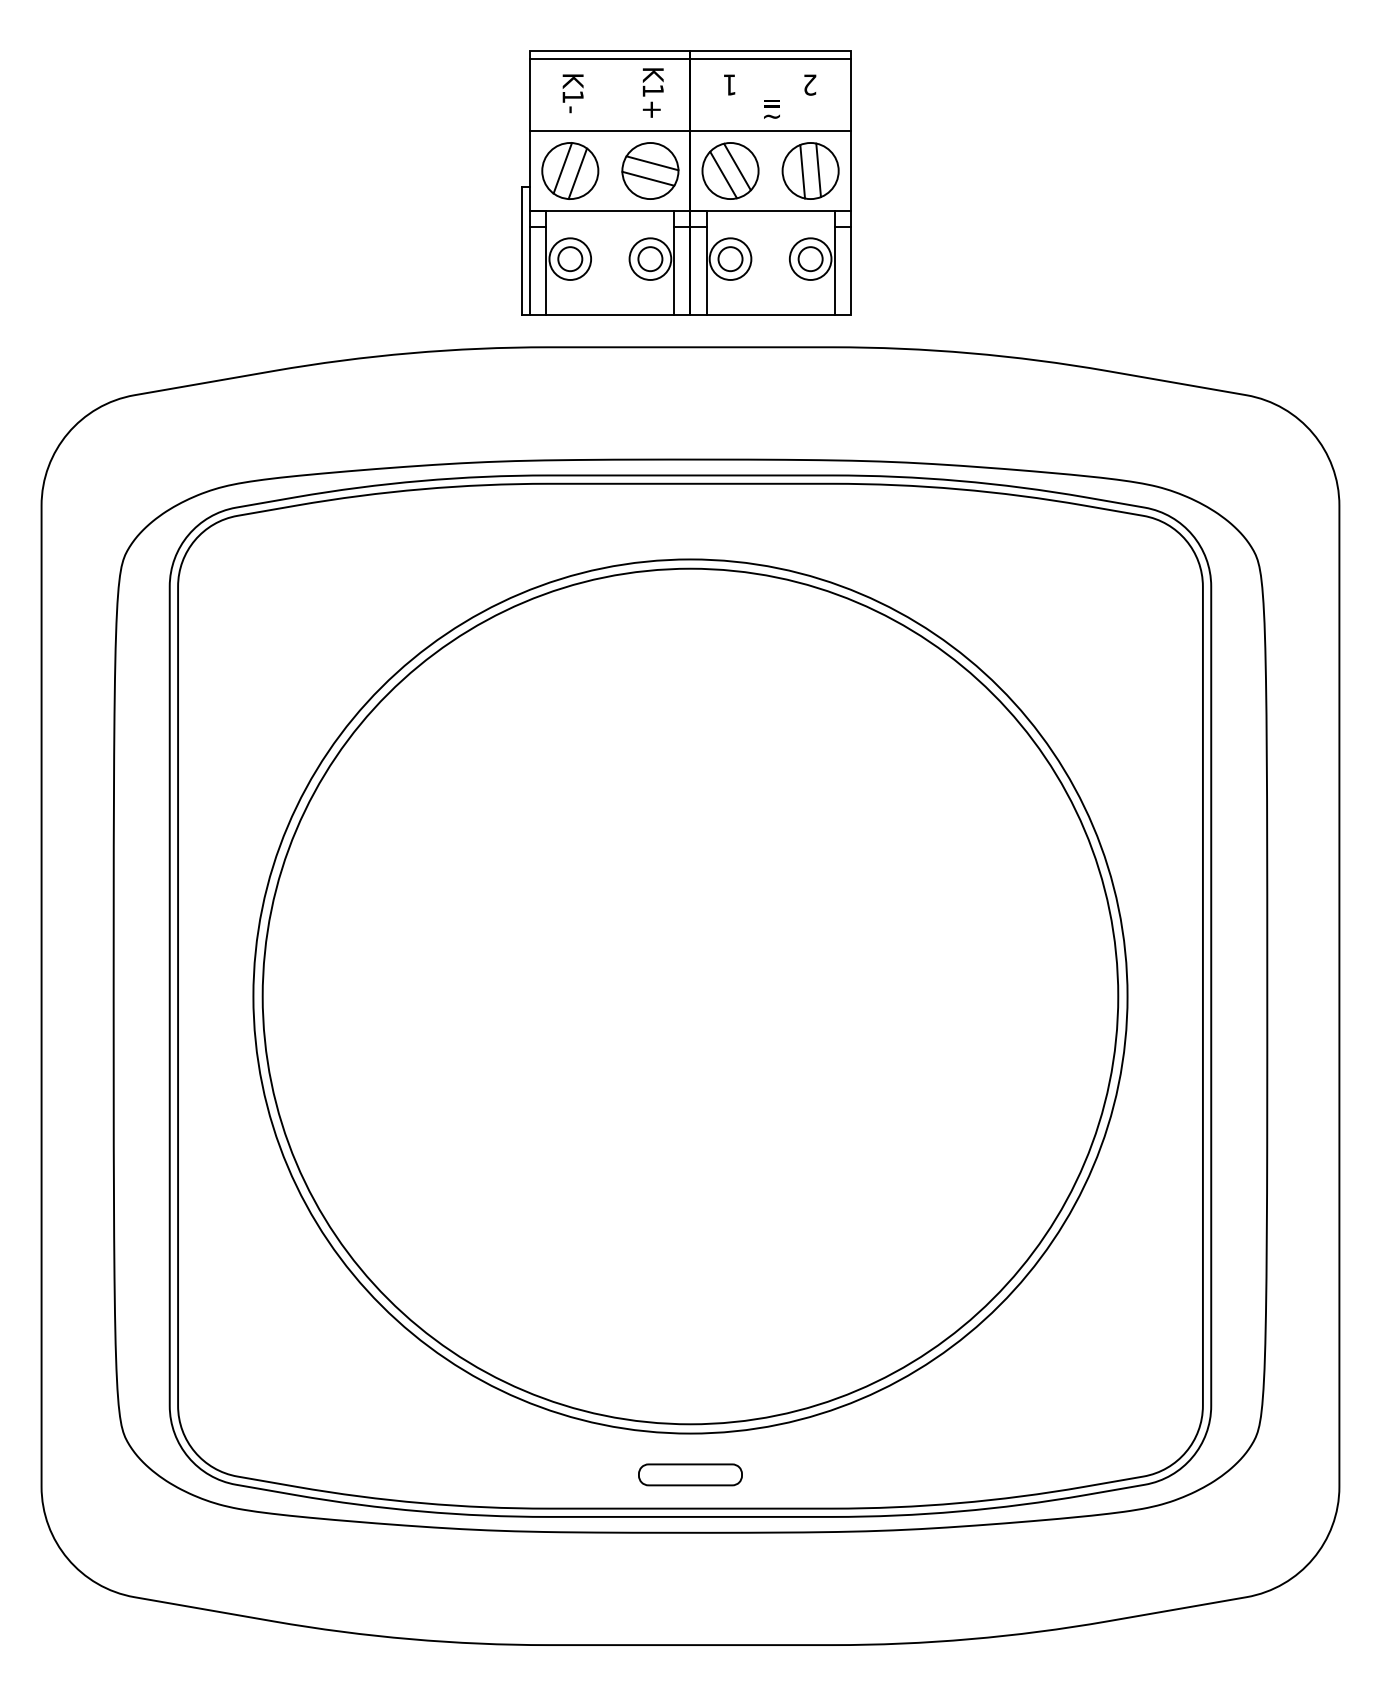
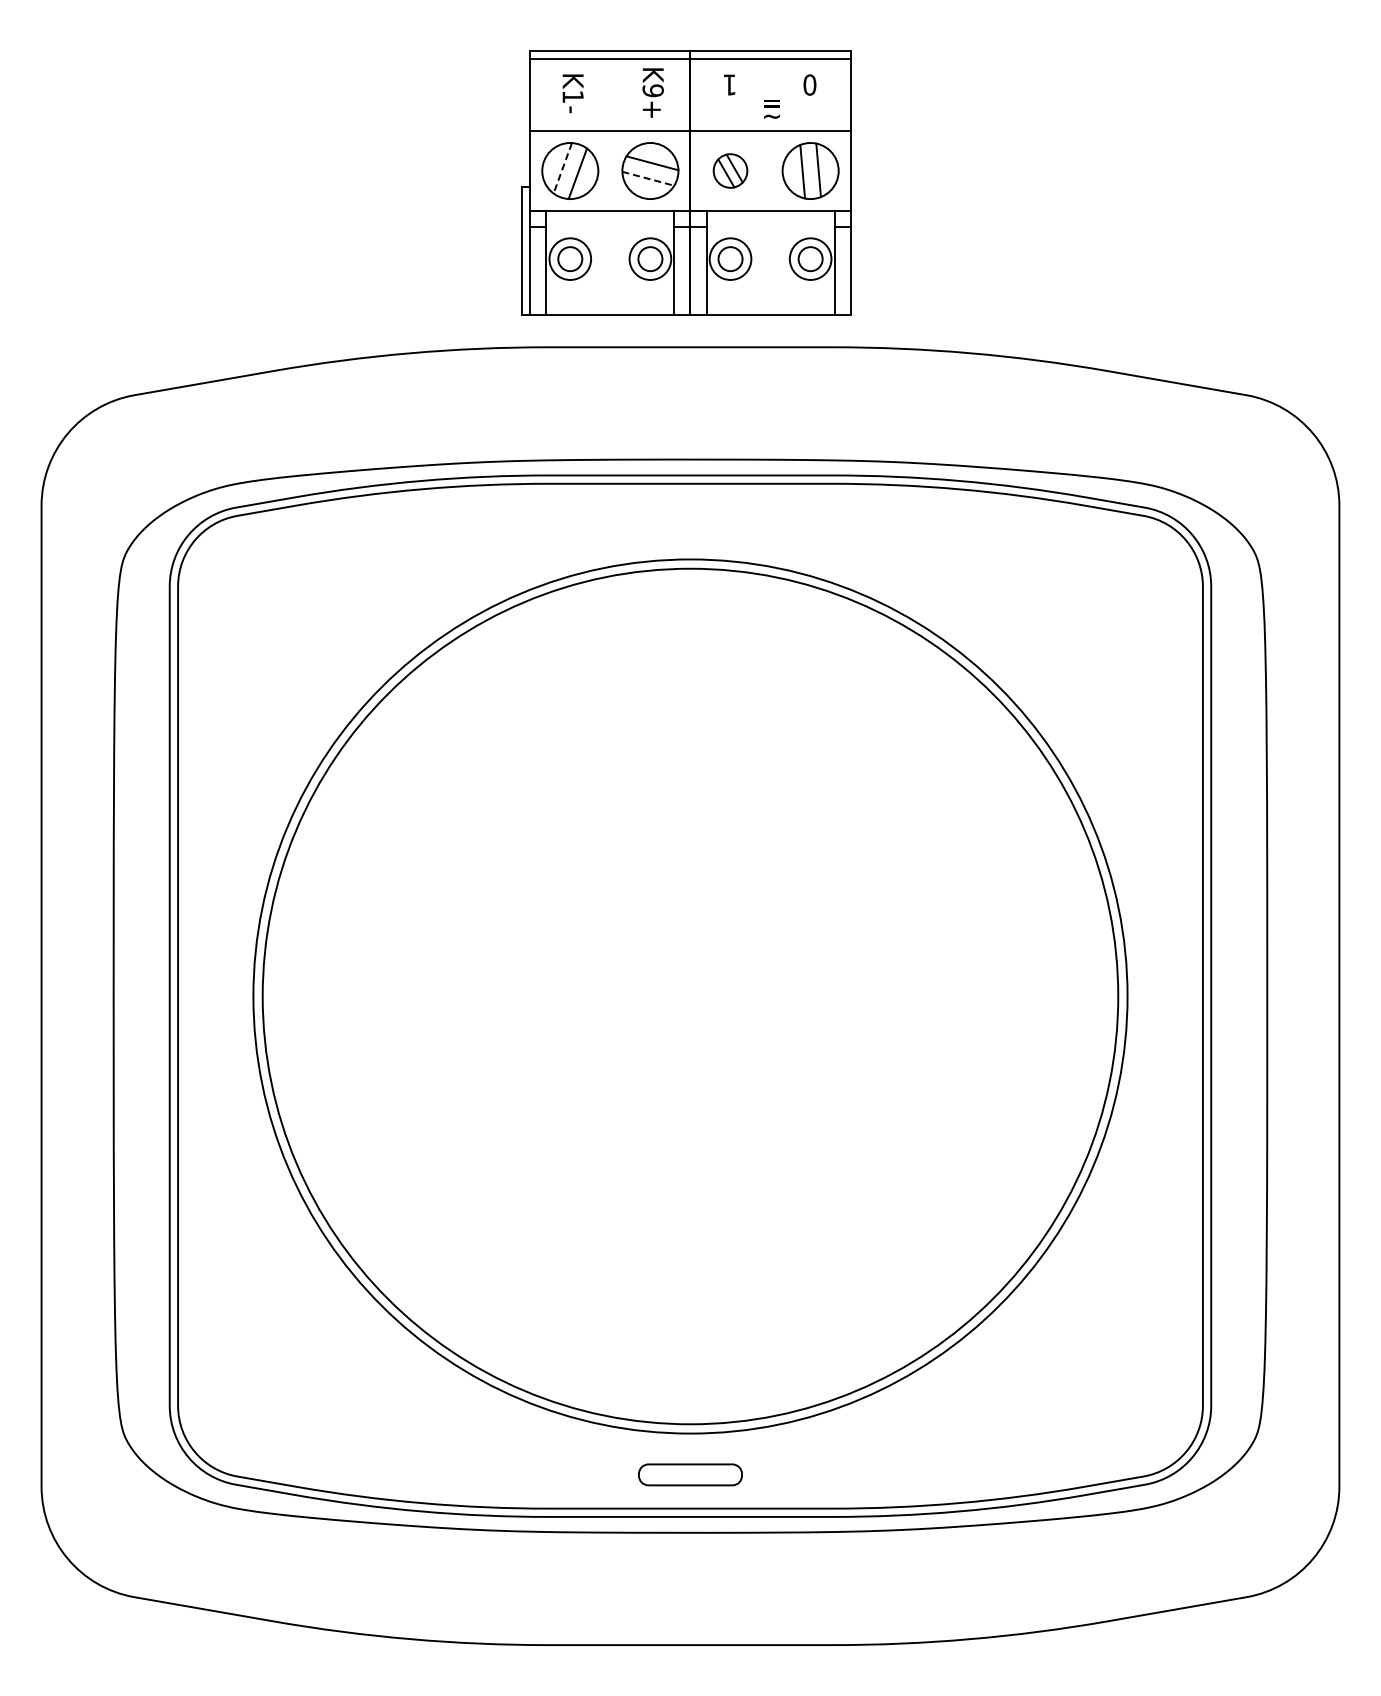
text at (809, 84): 2 -> 0
text at (652, 90): K1+ -> K9+
line at (562, 168): solid -> dashed
part at (730, 170) size: 59x58 px -> 37x36 px
line at (648, 178): solid -> dashed
